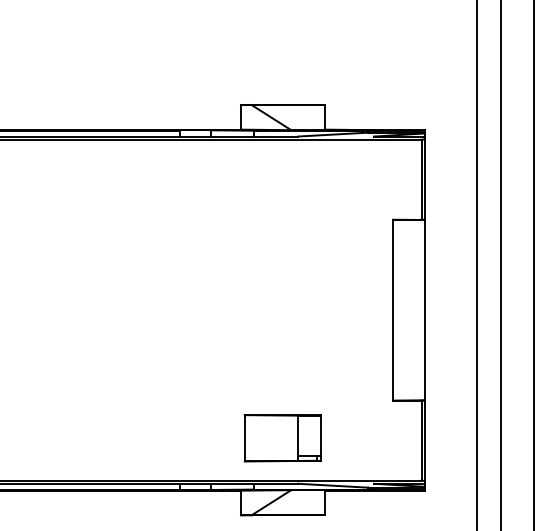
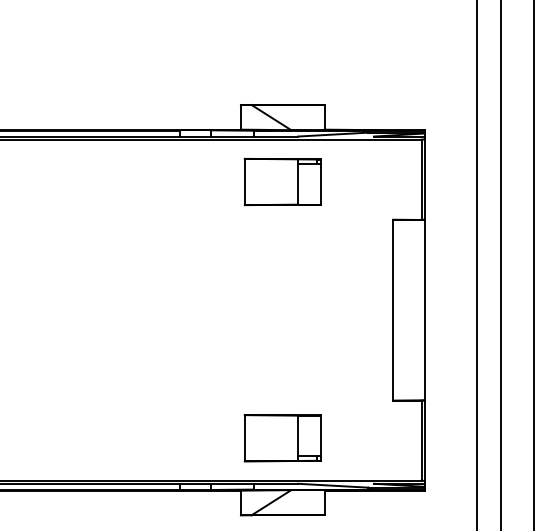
part at (282, 181): none -> present
